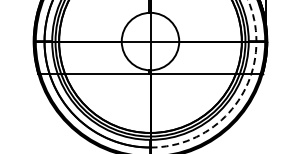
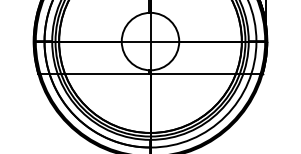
arc at (238, 100): dashed -> solid
